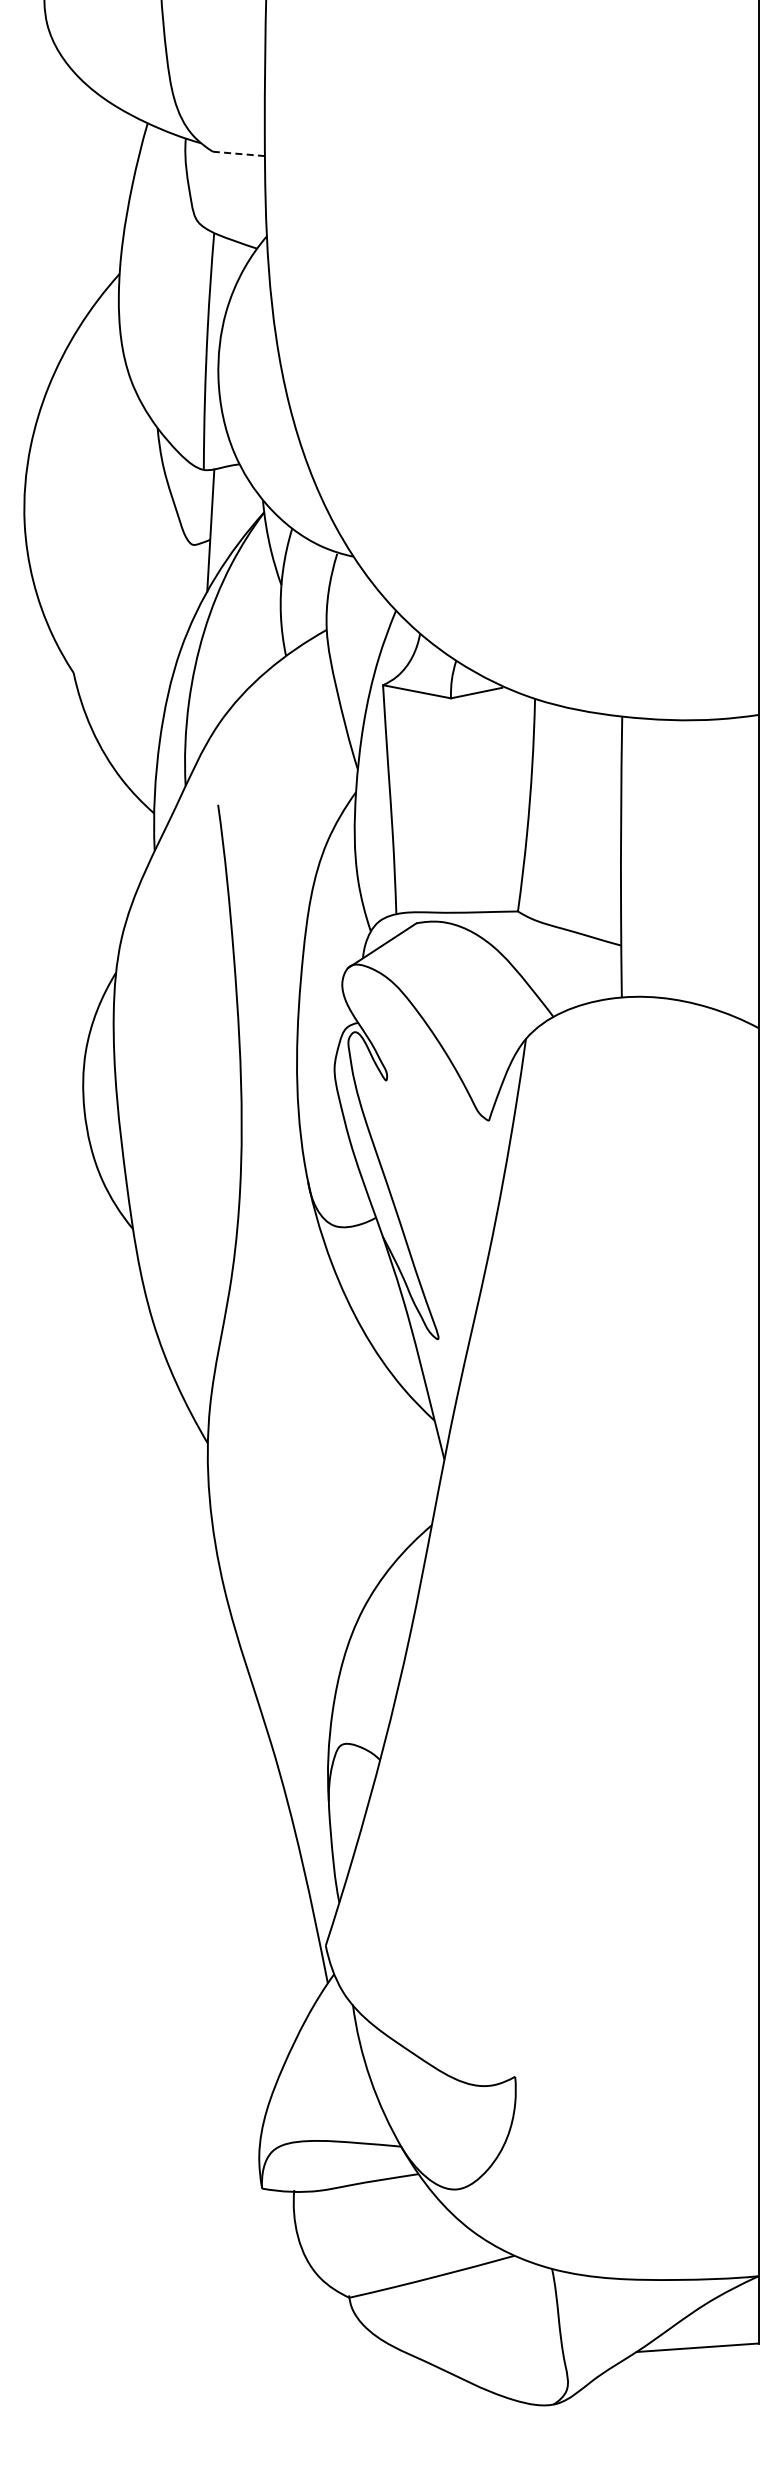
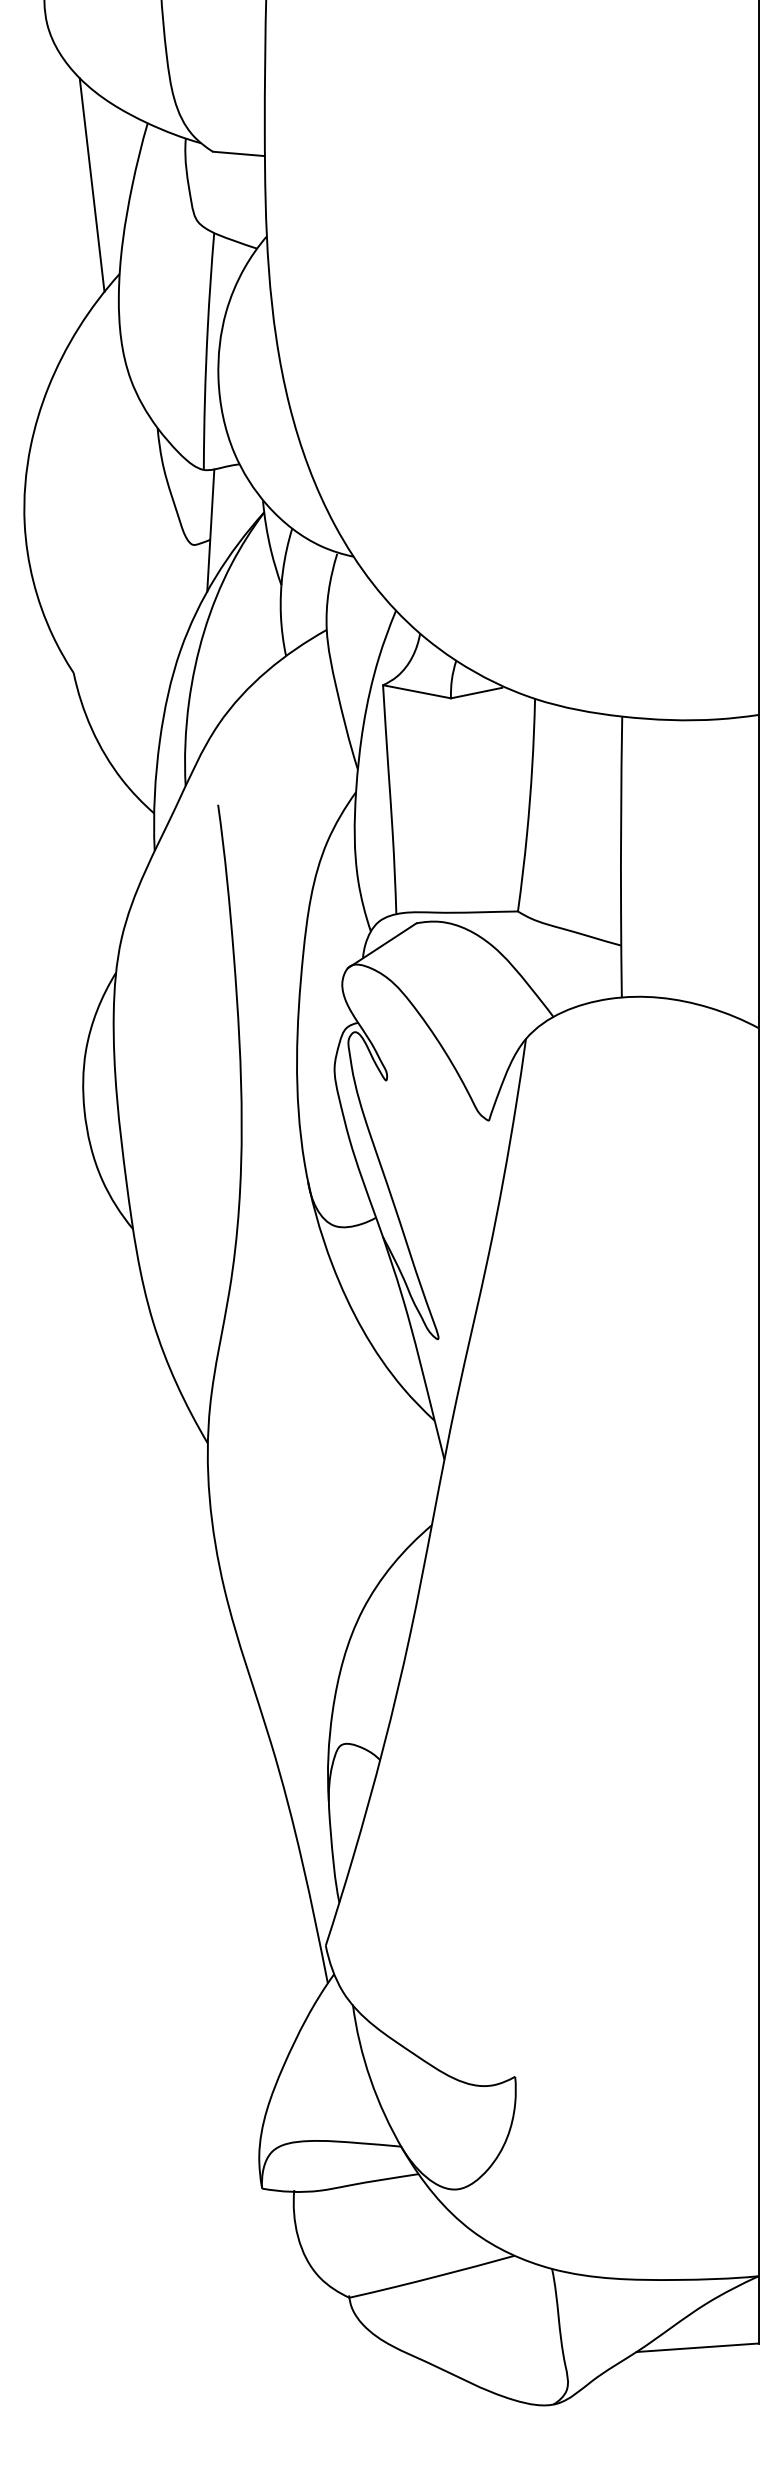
line at (238, 153): dashed -> solid
line at (91, 184): none -> present
